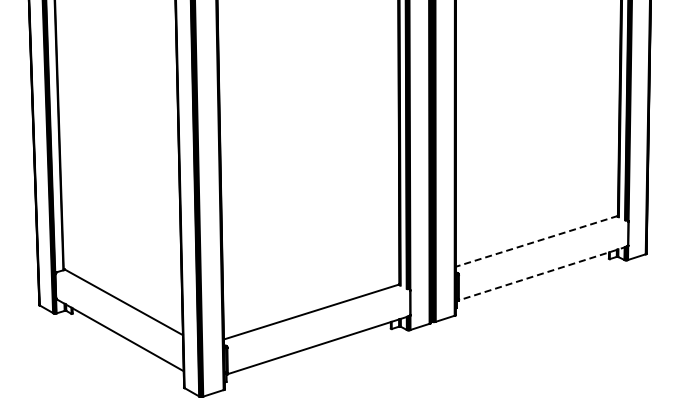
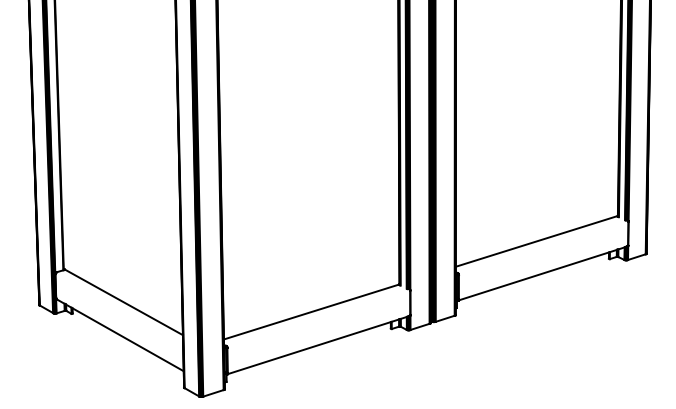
line at (536, 241): dashed -> solid
line at (542, 273): dashed -> solid
